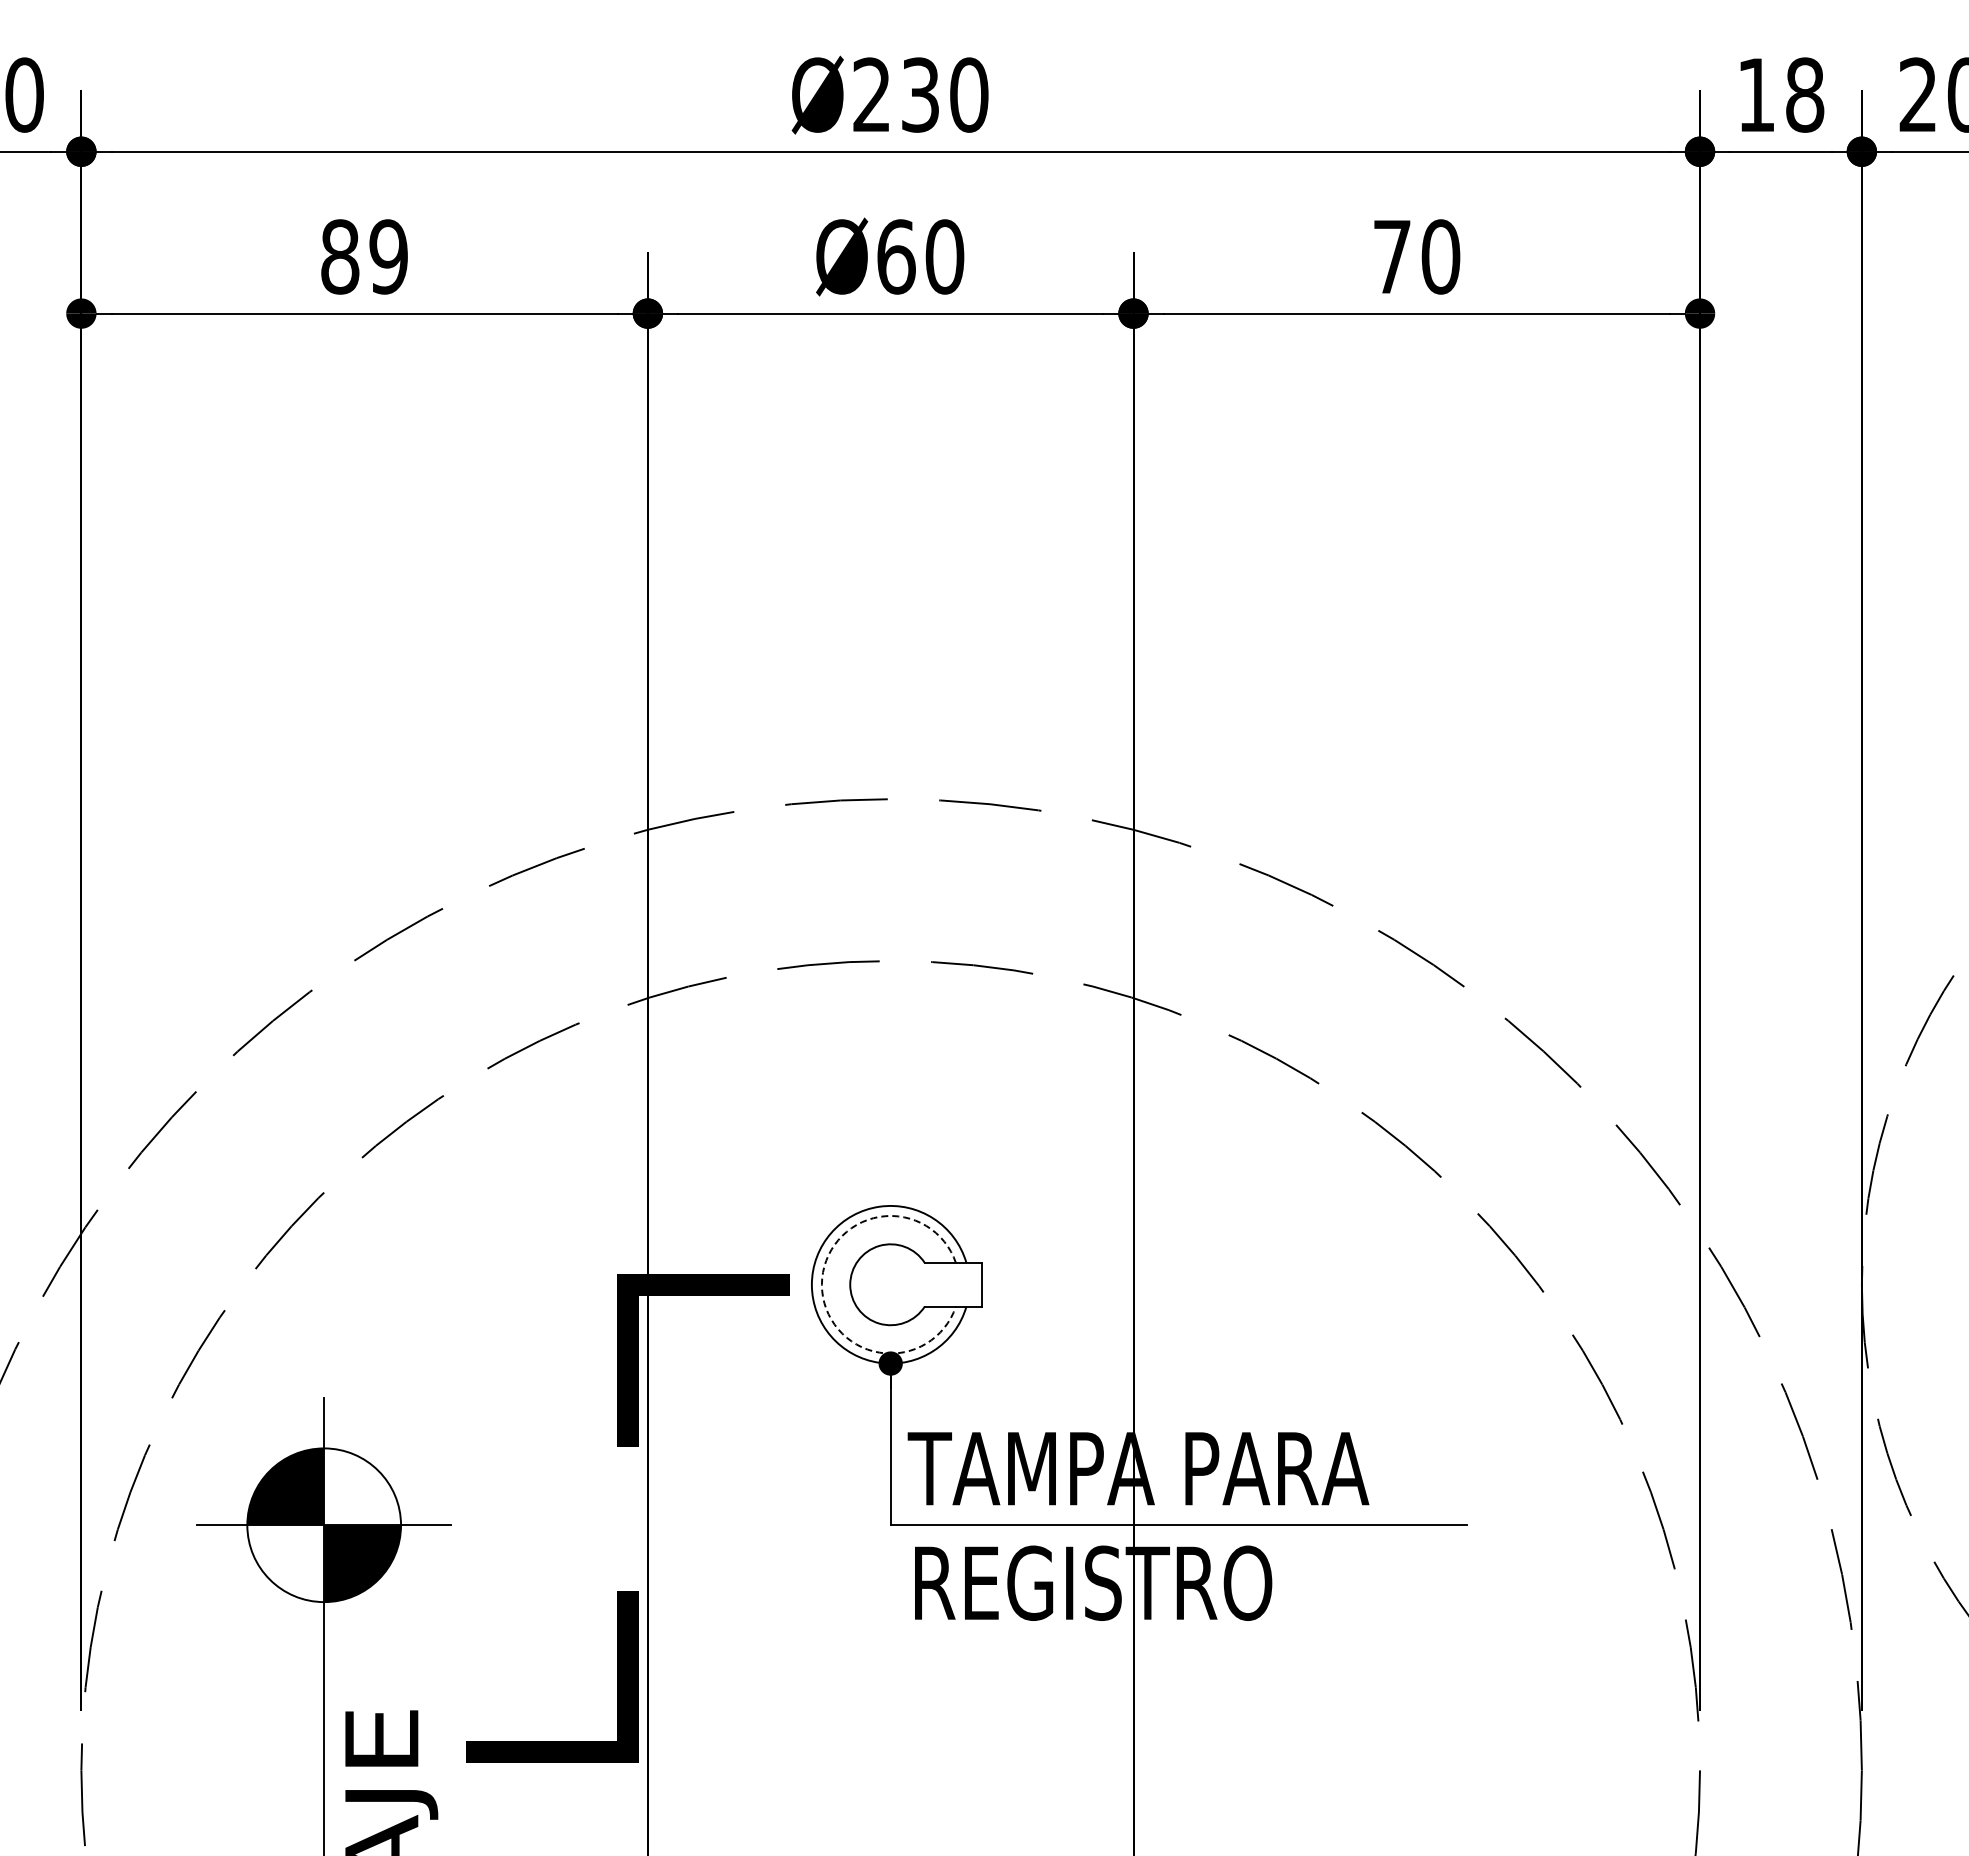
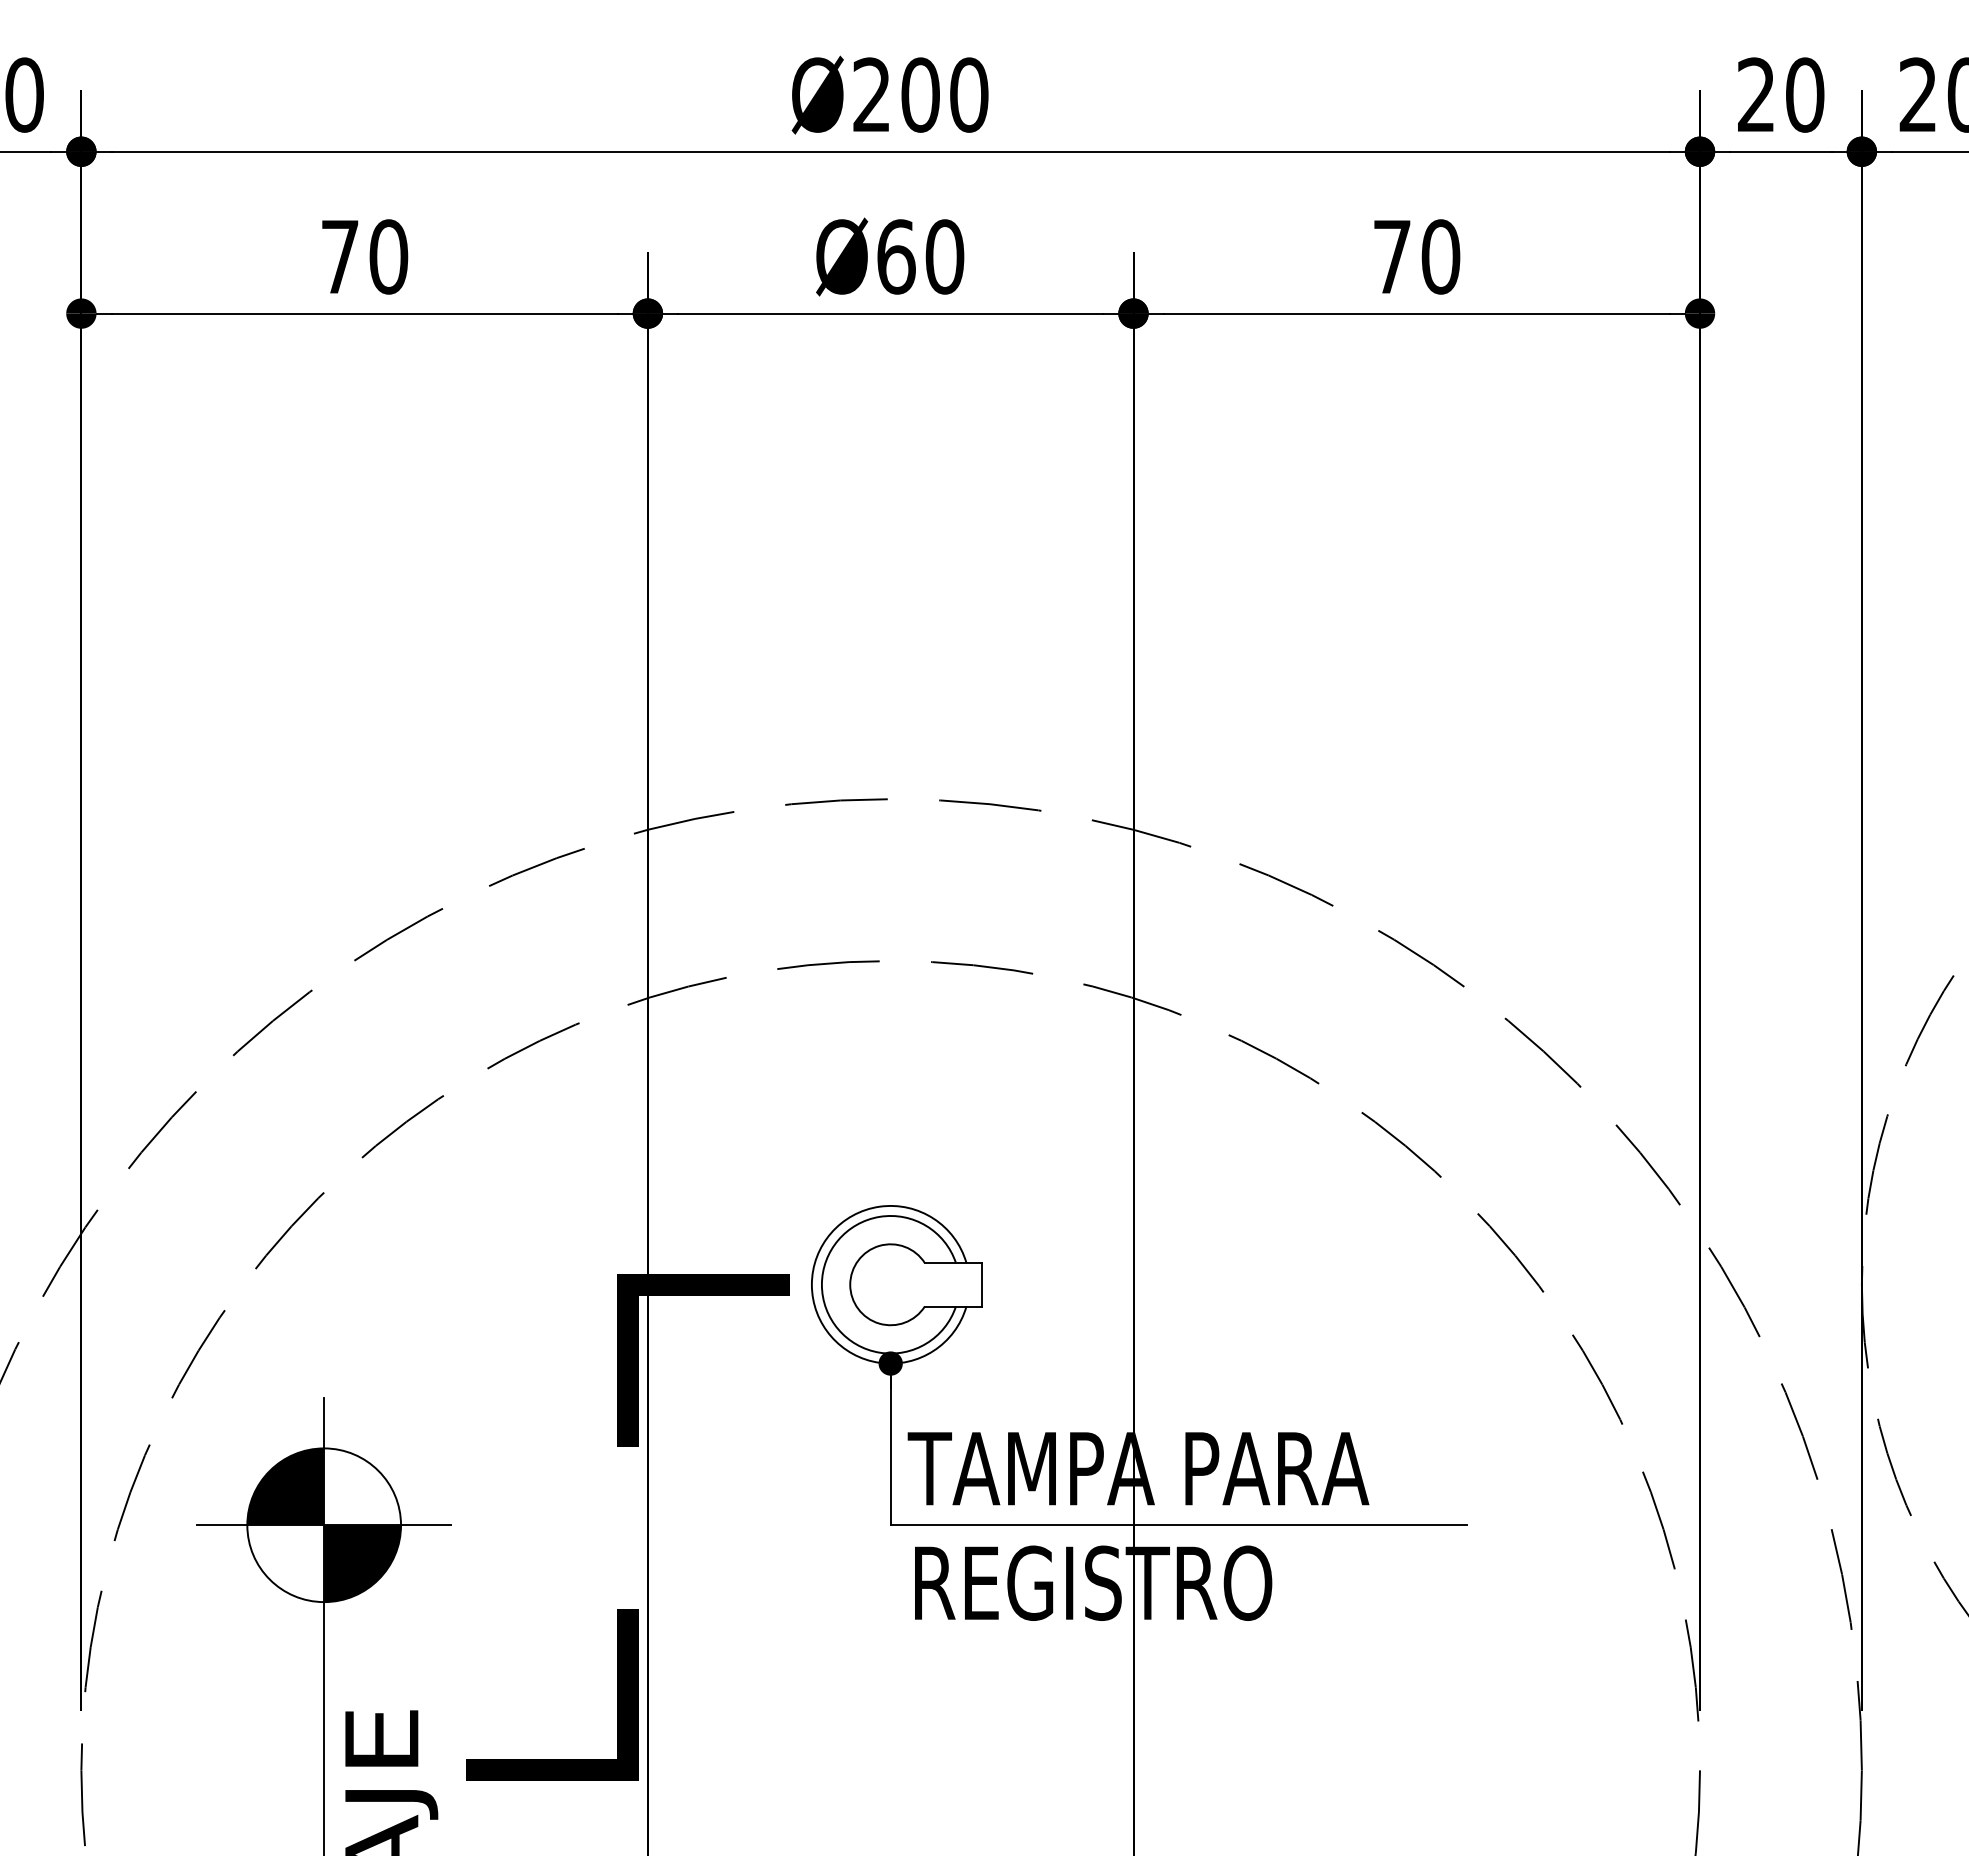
text at (920, 94): Ø230 -> Ø200
text at (1781, 94): 18 -> 20
text at (364, 256): 89 -> 70
arc at (821, 1284): dashed -> solid
line at (617, 1676) position: (617, 1676) -> (617, 1694)
